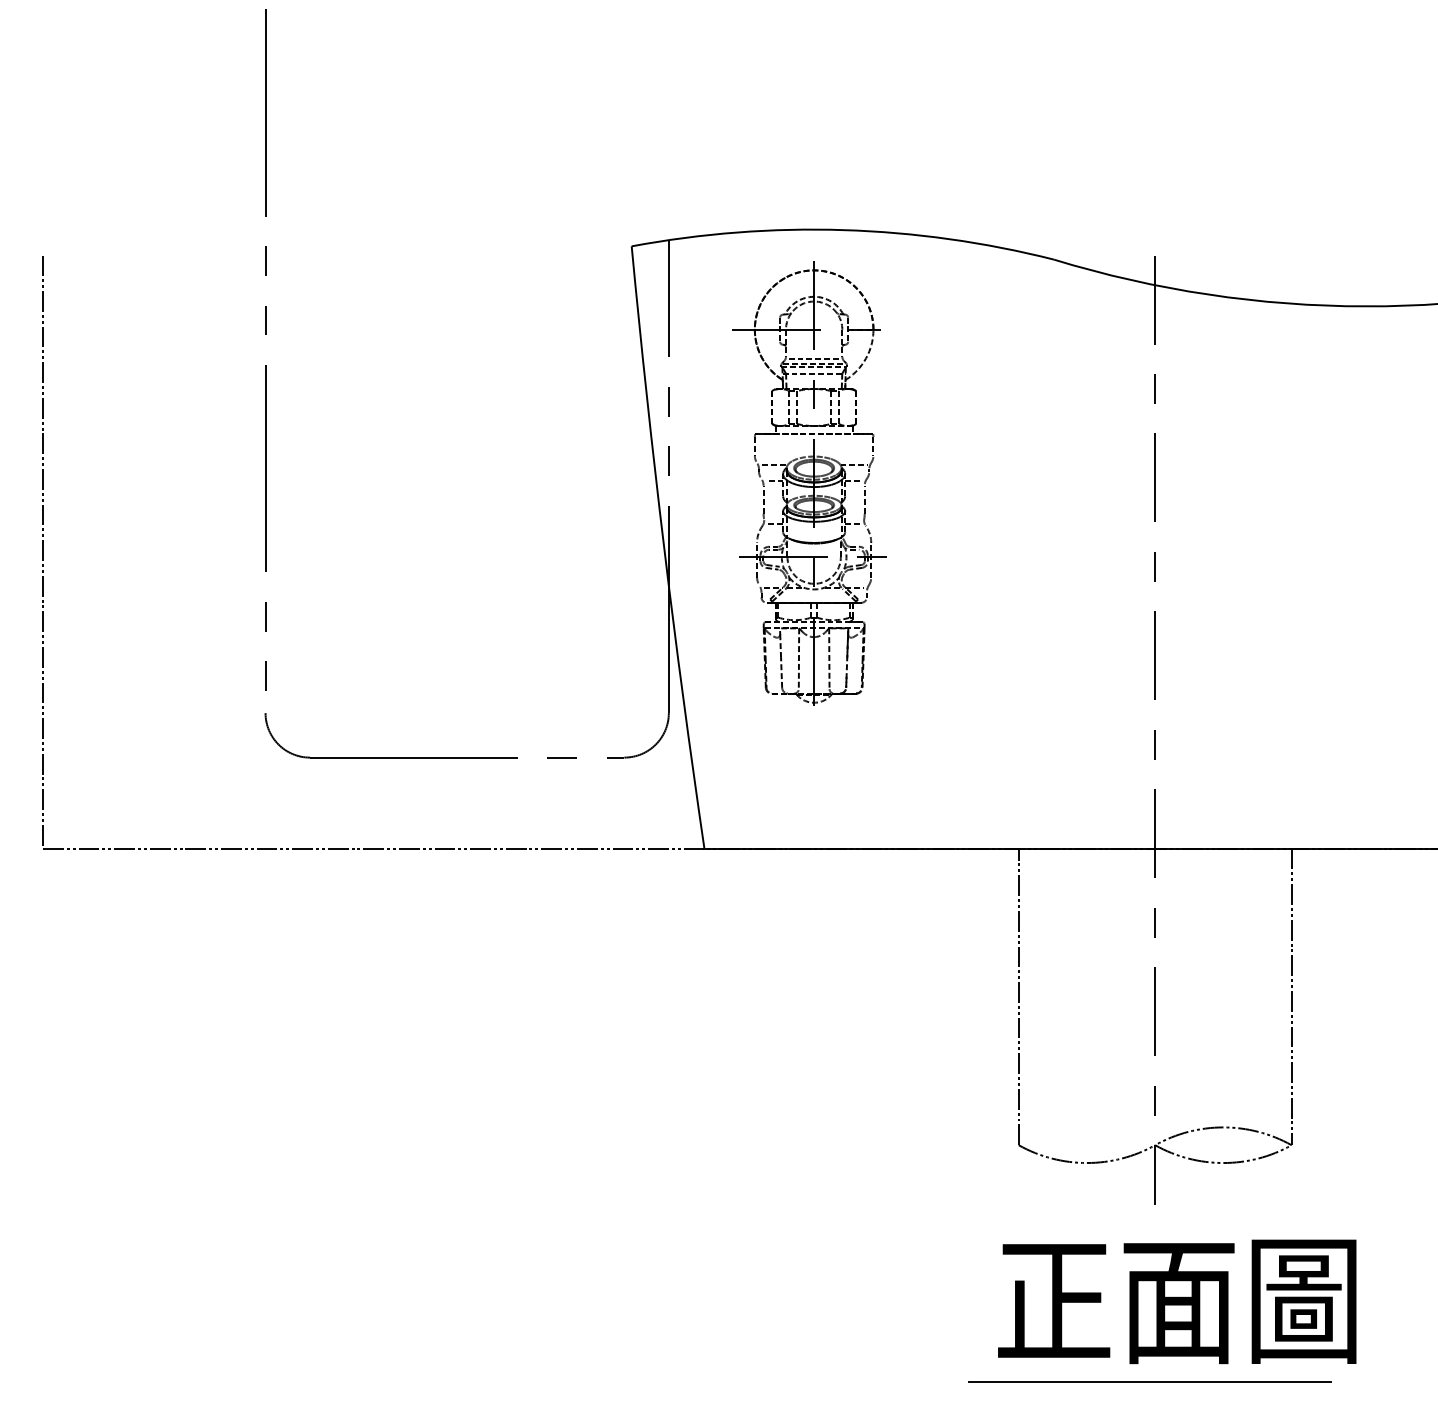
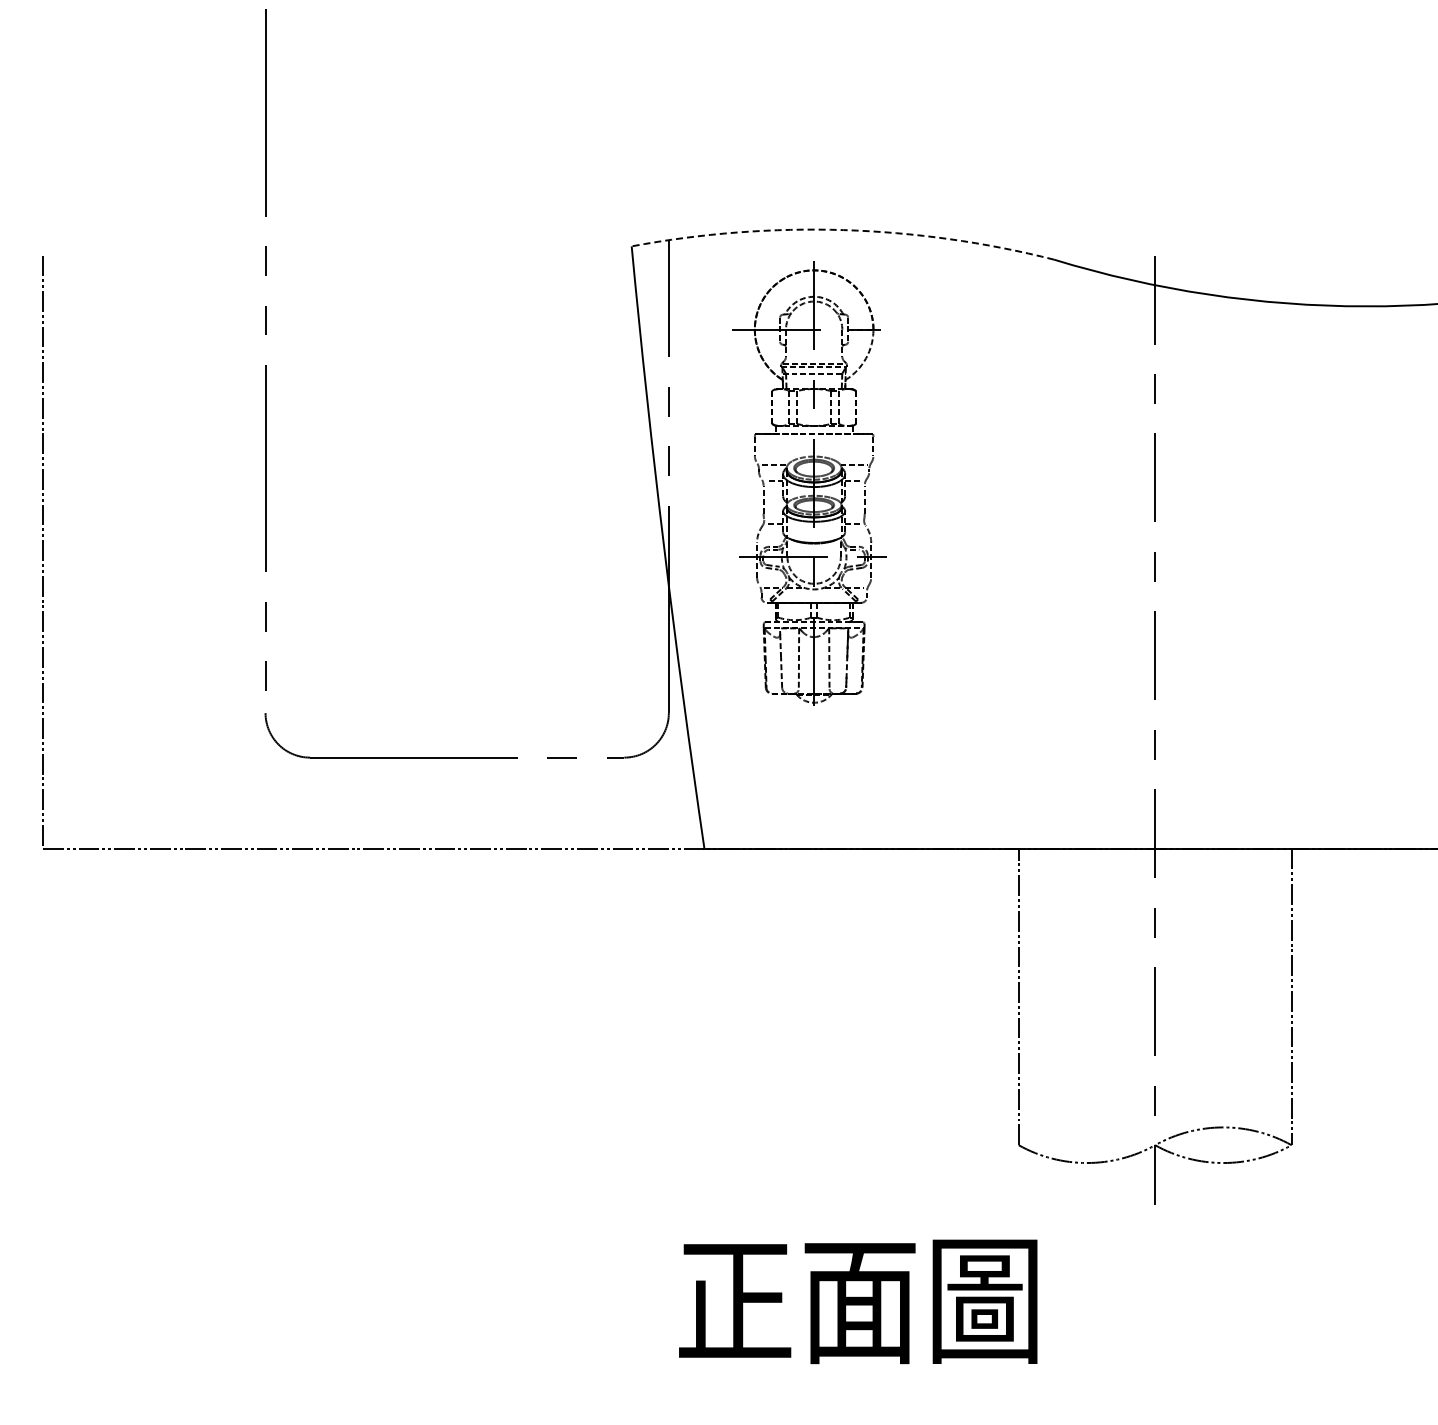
arc at (843, 230): solid -> dashed
line at (813, 359): present -> none
text at (1177, 1301) position: (1177, 1301) -> (858, 1301)
line at (1149, 1381): present -> none
